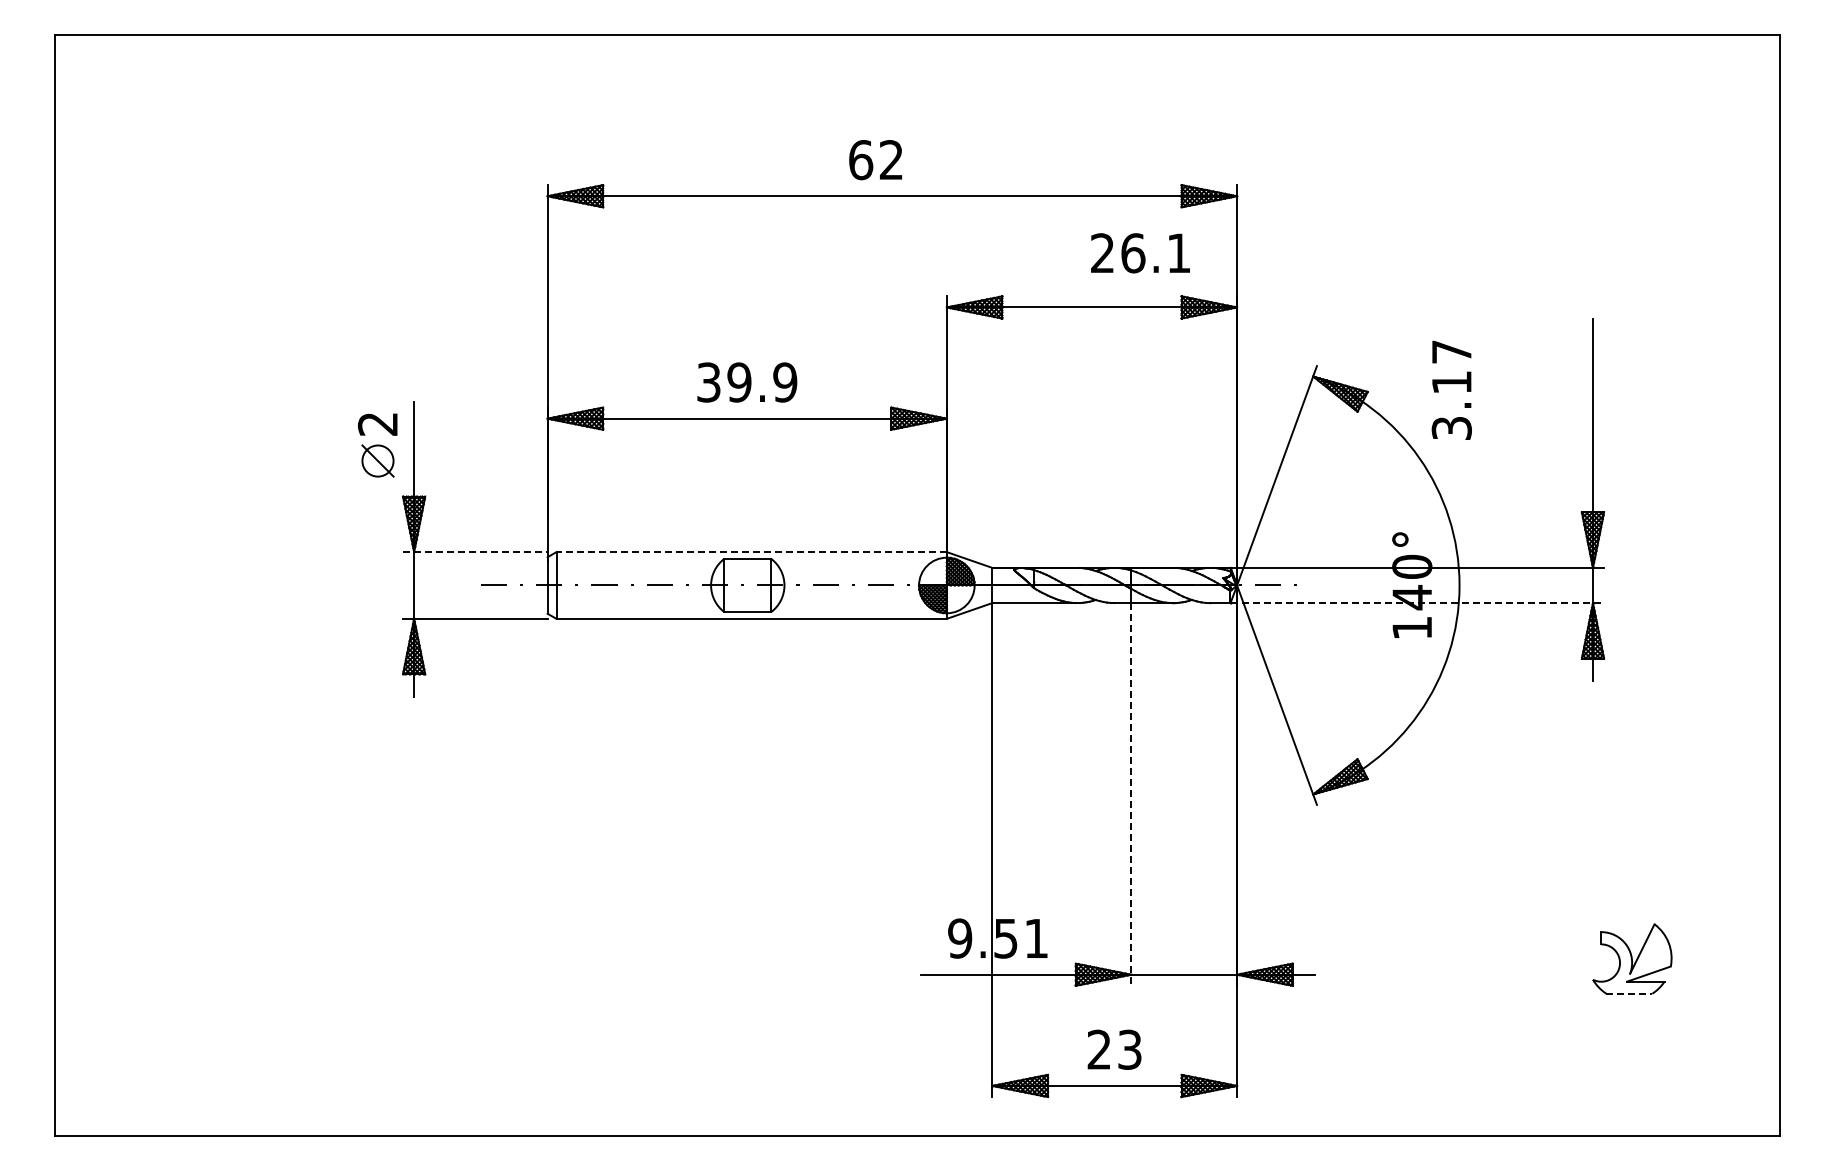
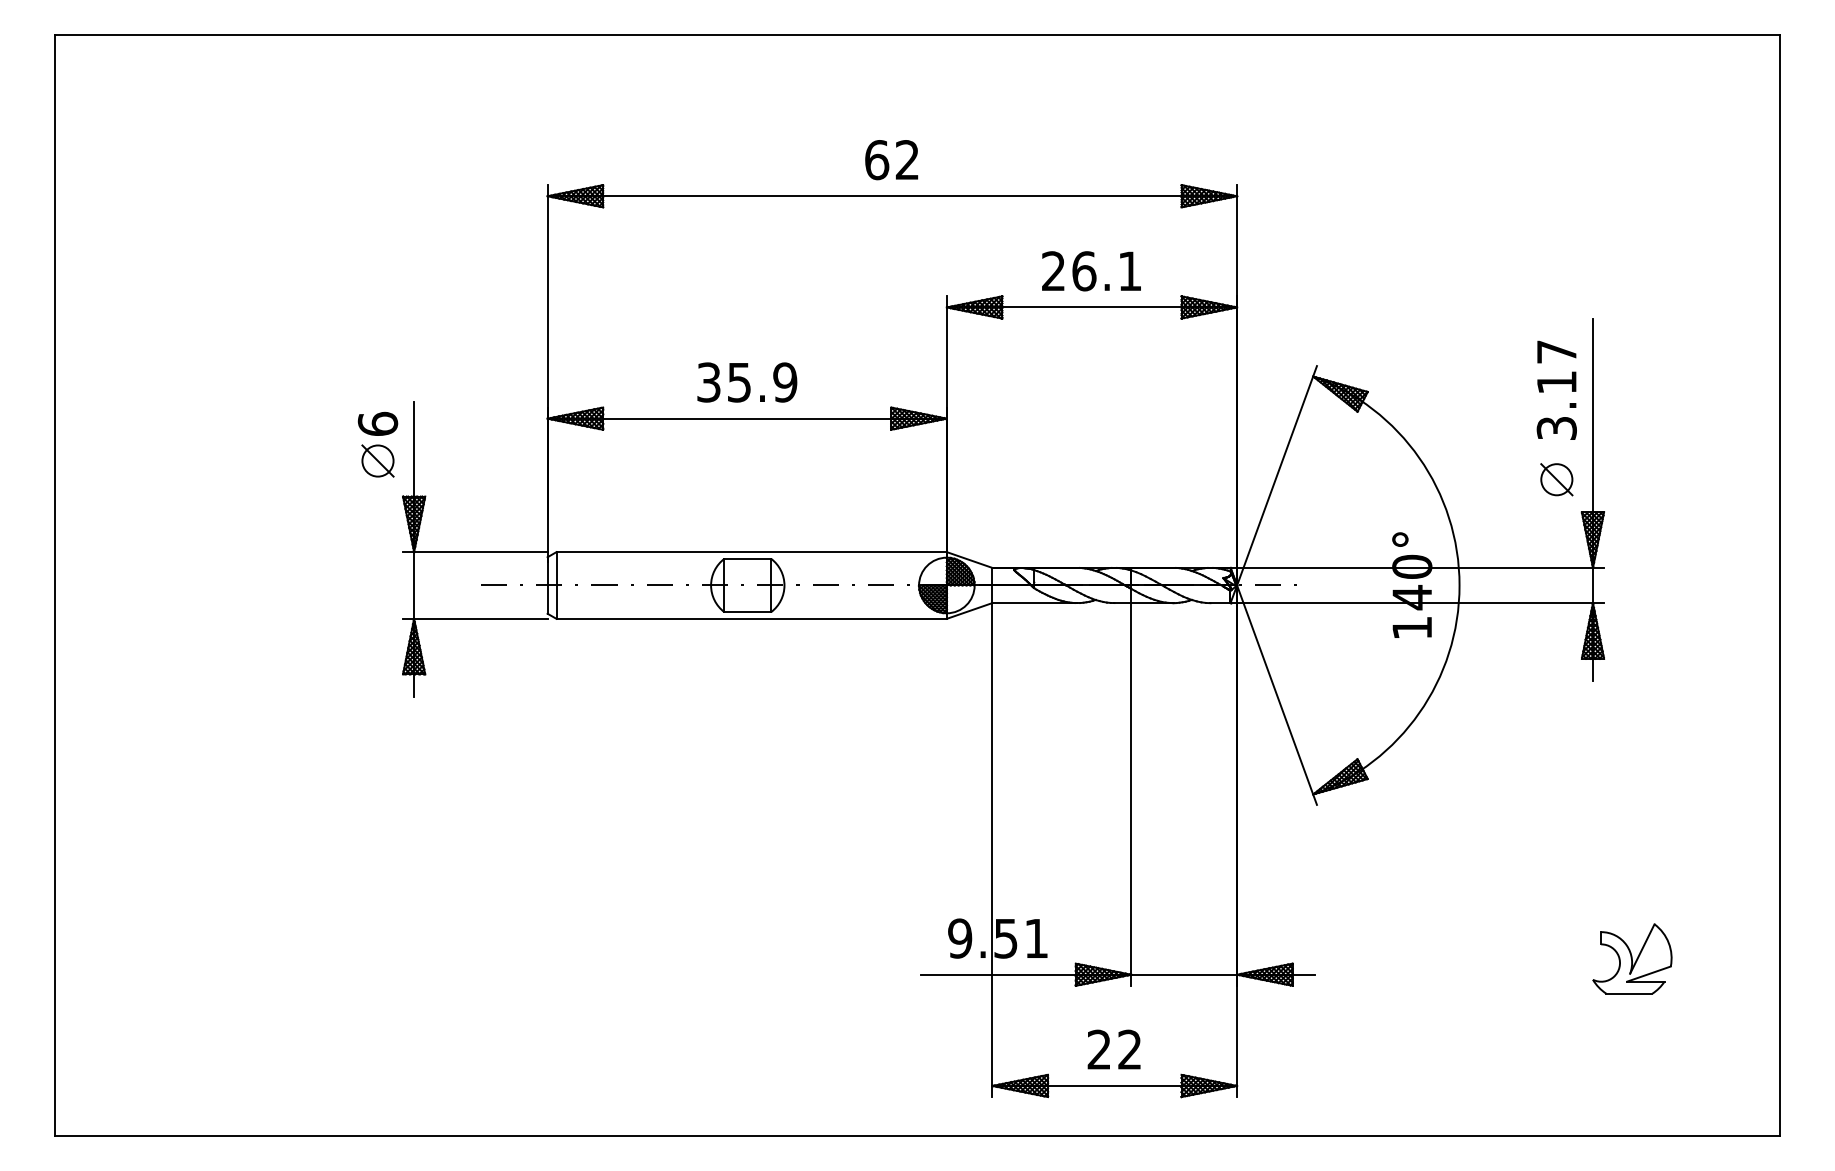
text at (875, 160) position: (875, 160) -> (891, 160)
text at (1140, 253) position: (1140, 253) -> (1091, 271)
text at (739, 382): 39.9 -> 35.9
text at (1451, 389) position: (1451, 389) -> (1556, 389)
text at (377, 423): 2 -> 6
part at (1556, 479): none -> present
line at (475, 552): dashed -> solid
line at (751, 552): dashed -> solid
line at (1417, 603): dashed -> solid
line at (1131, 795): dashed -> solid
line at (1629, 993): dashed -> solid
text at (1129, 1049): 23 -> 22
